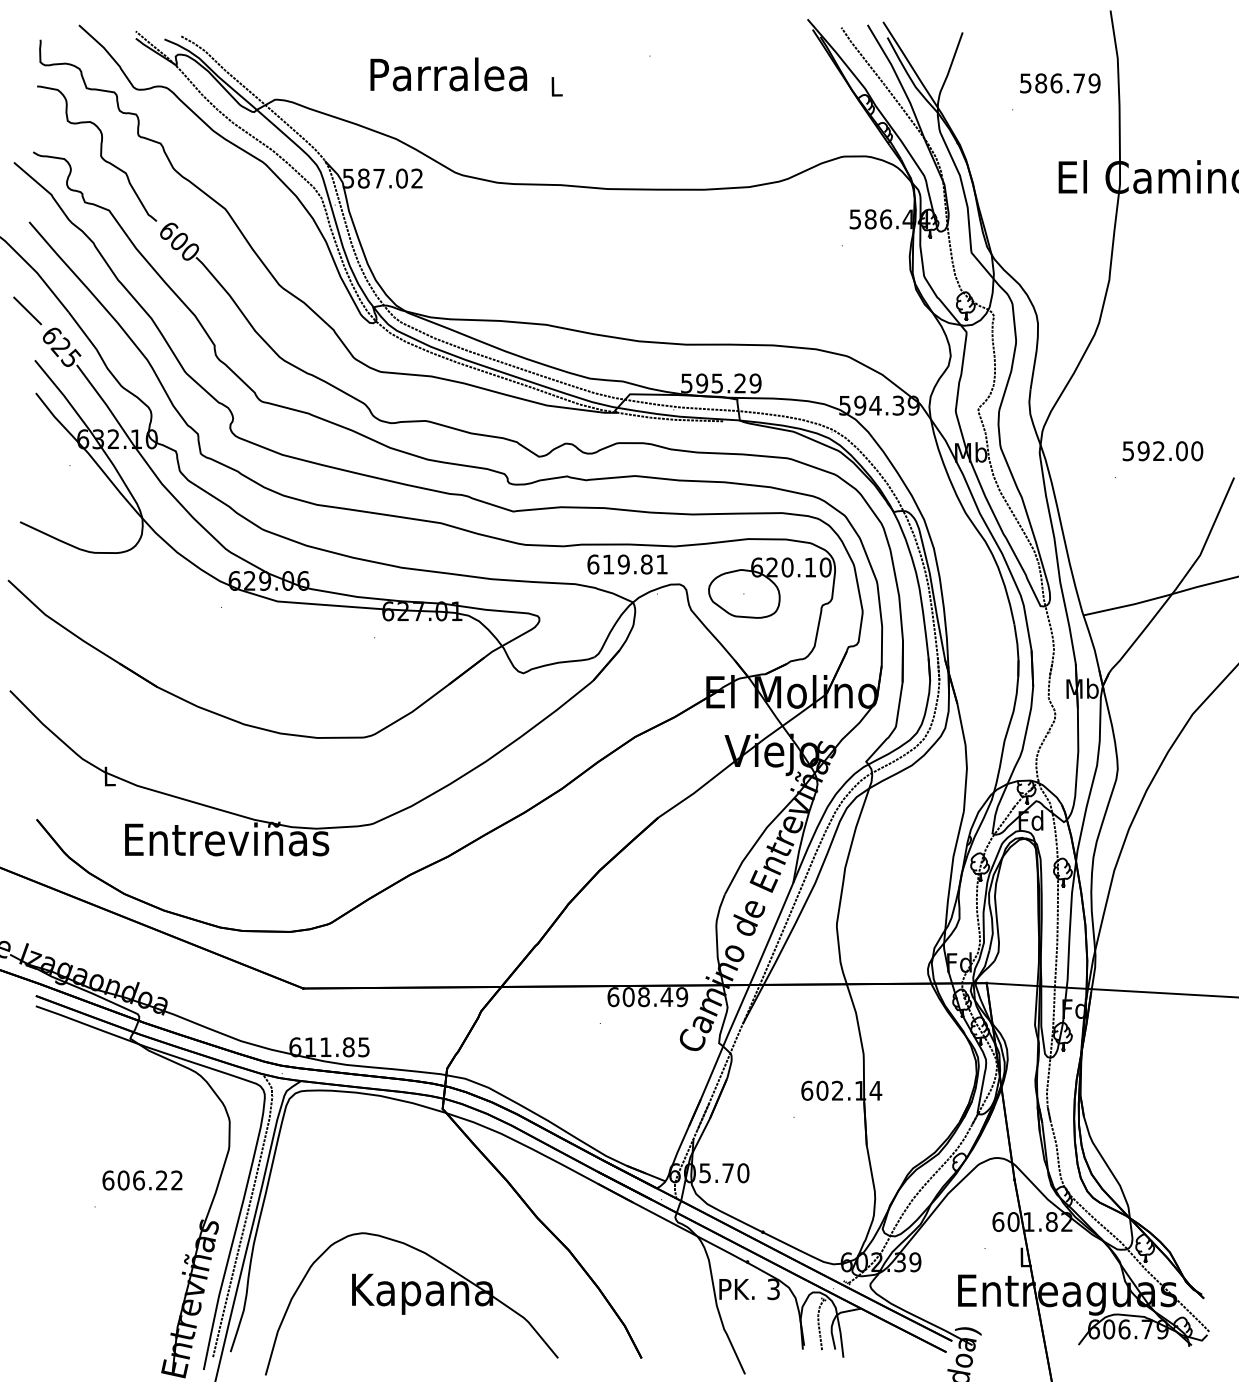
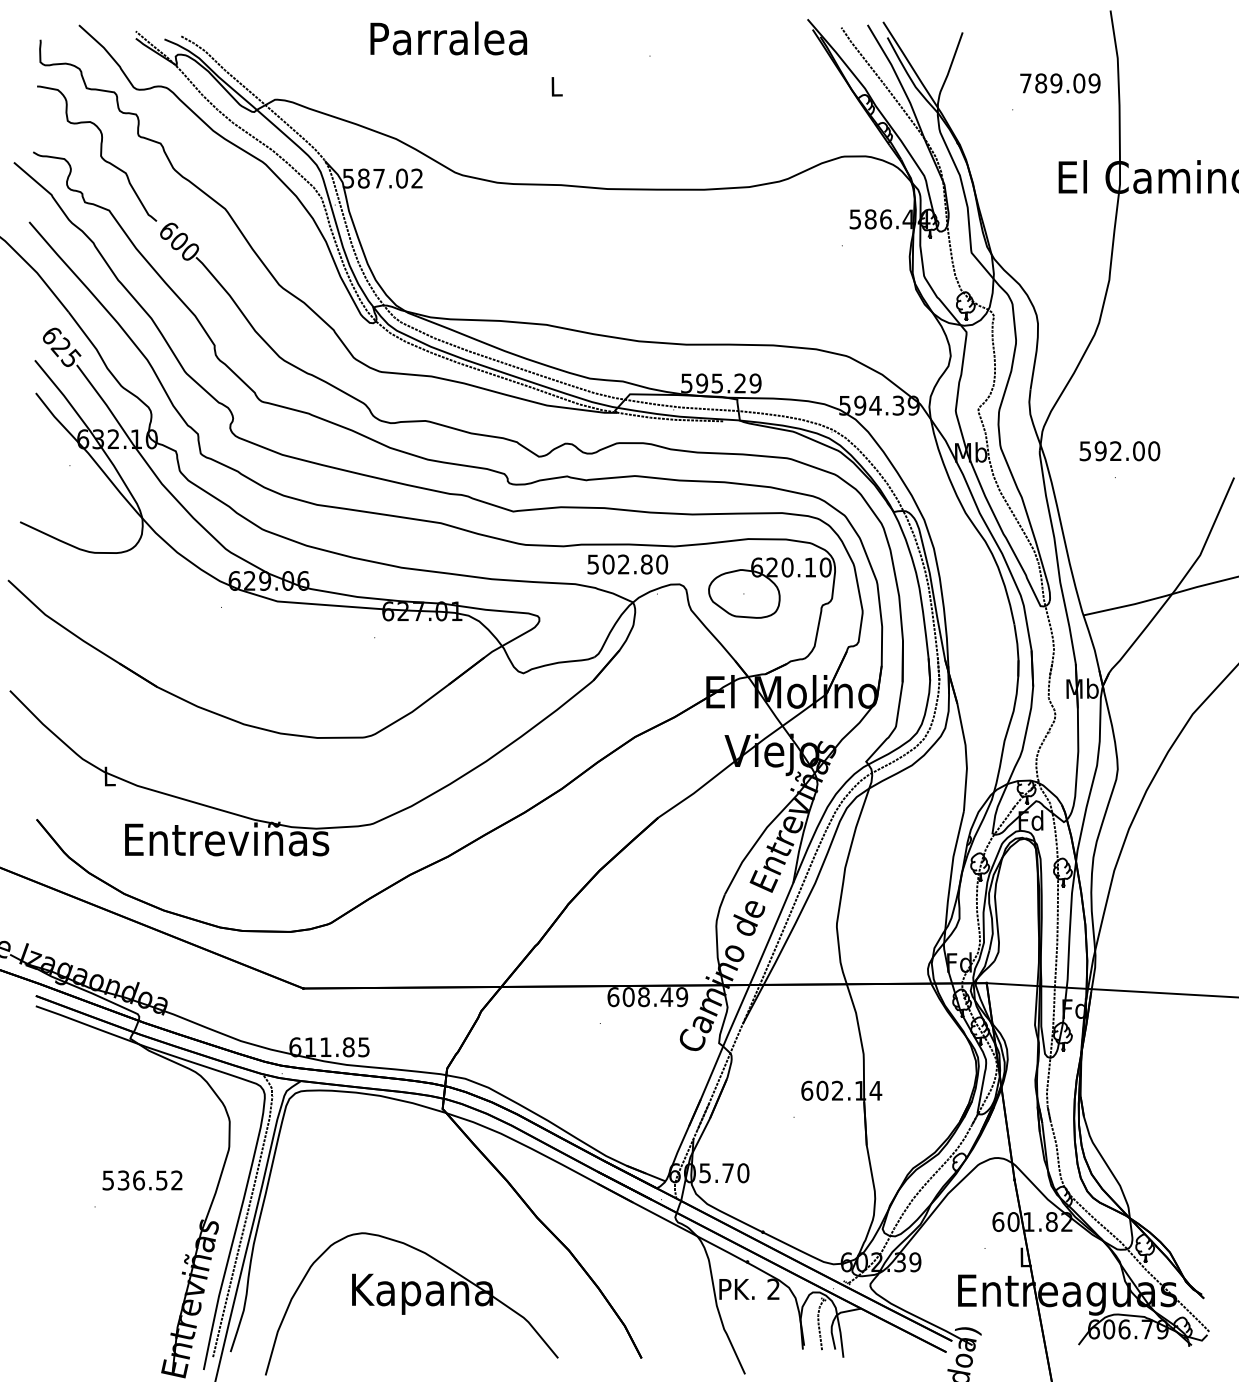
text at (448, 74) position: (448, 74) -> (448, 38)
text at (1052, 83): 586.79 -> 789.09
line at (27, 310): present -> none
text at (1162, 451) position: (1162, 451) -> (1119, 451)
text at (627, 564): 619.81 -> 502.80
text at (134, 1180): 606.22 -> 536.52
text at (773, 1289): 3 -> 2
